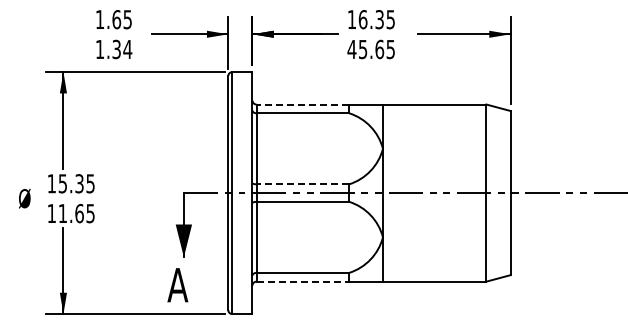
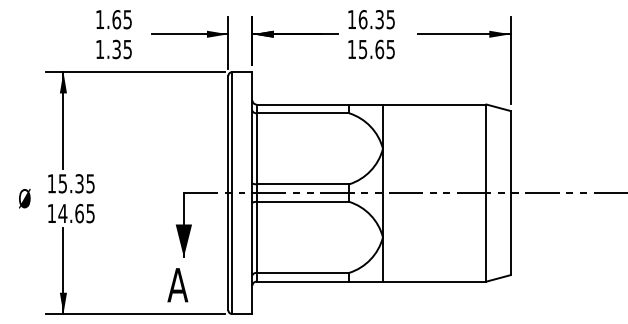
text at (127, 49): 1.34 -> 1.35
text at (351, 49): 45.65 -> 15.65
line at (302, 104): dashed -> solid
line at (302, 184): dashed -> solid
text at (62, 213): 11.65 -> 14.65
line at (303, 281): dashed -> solid
